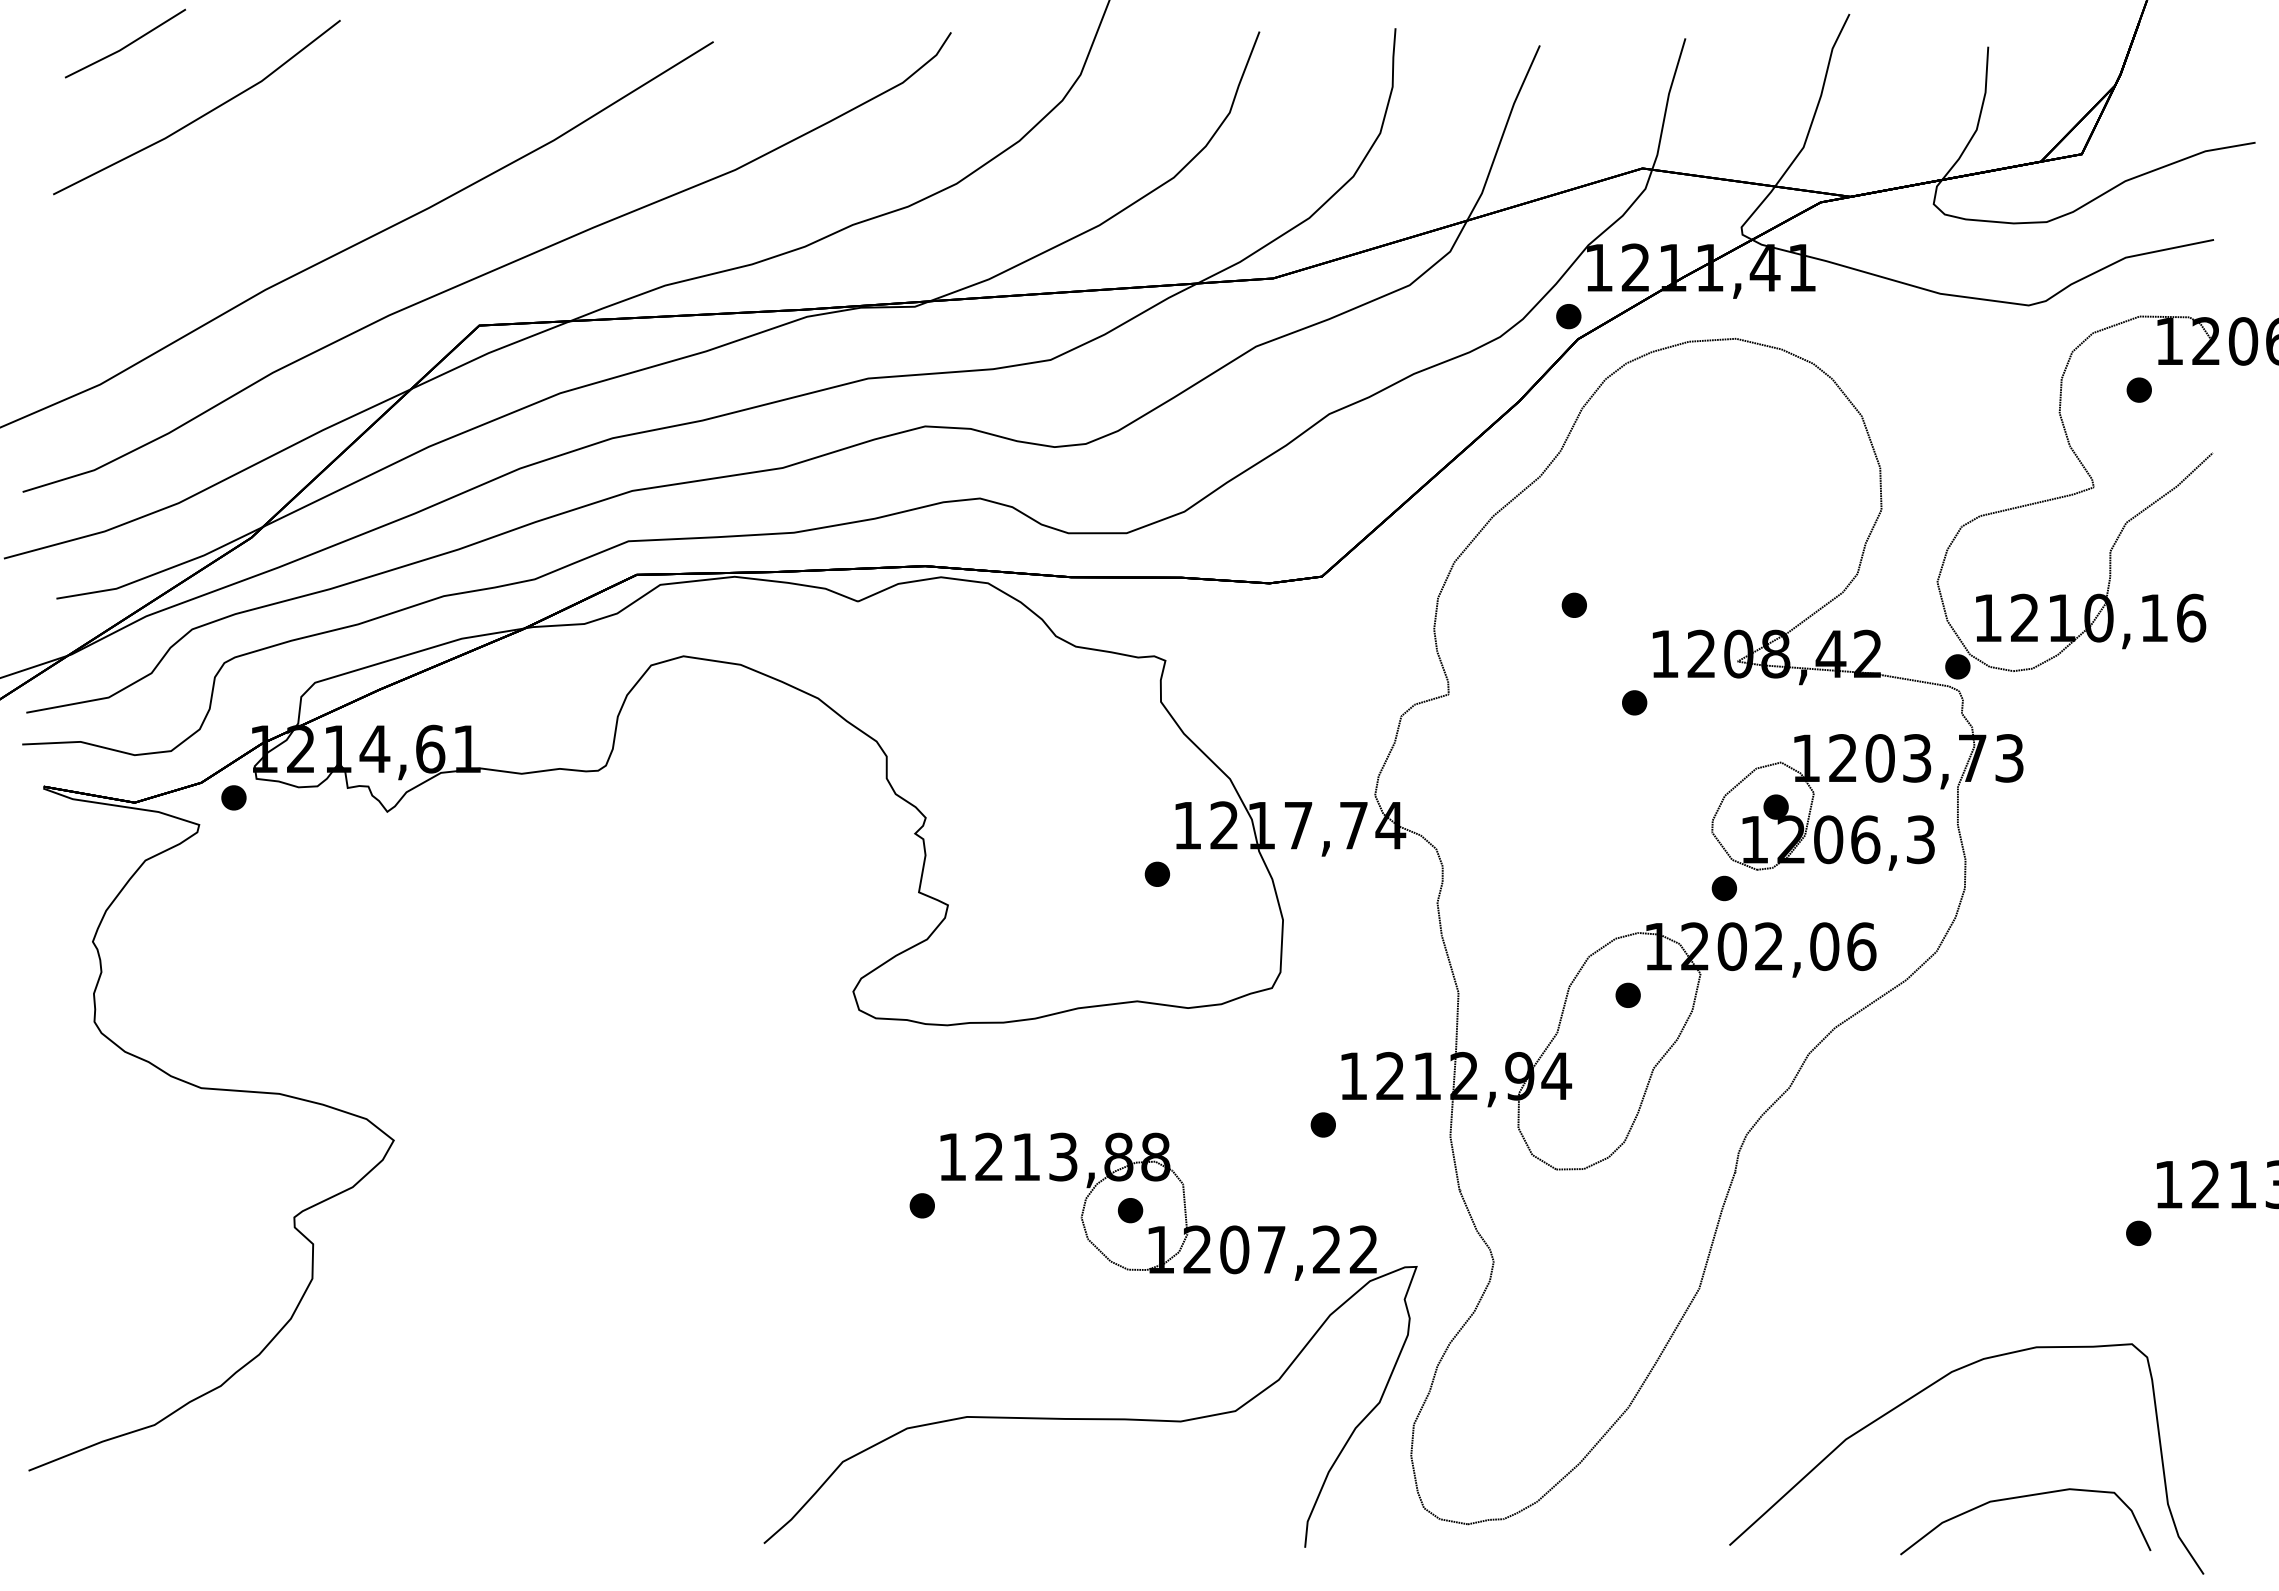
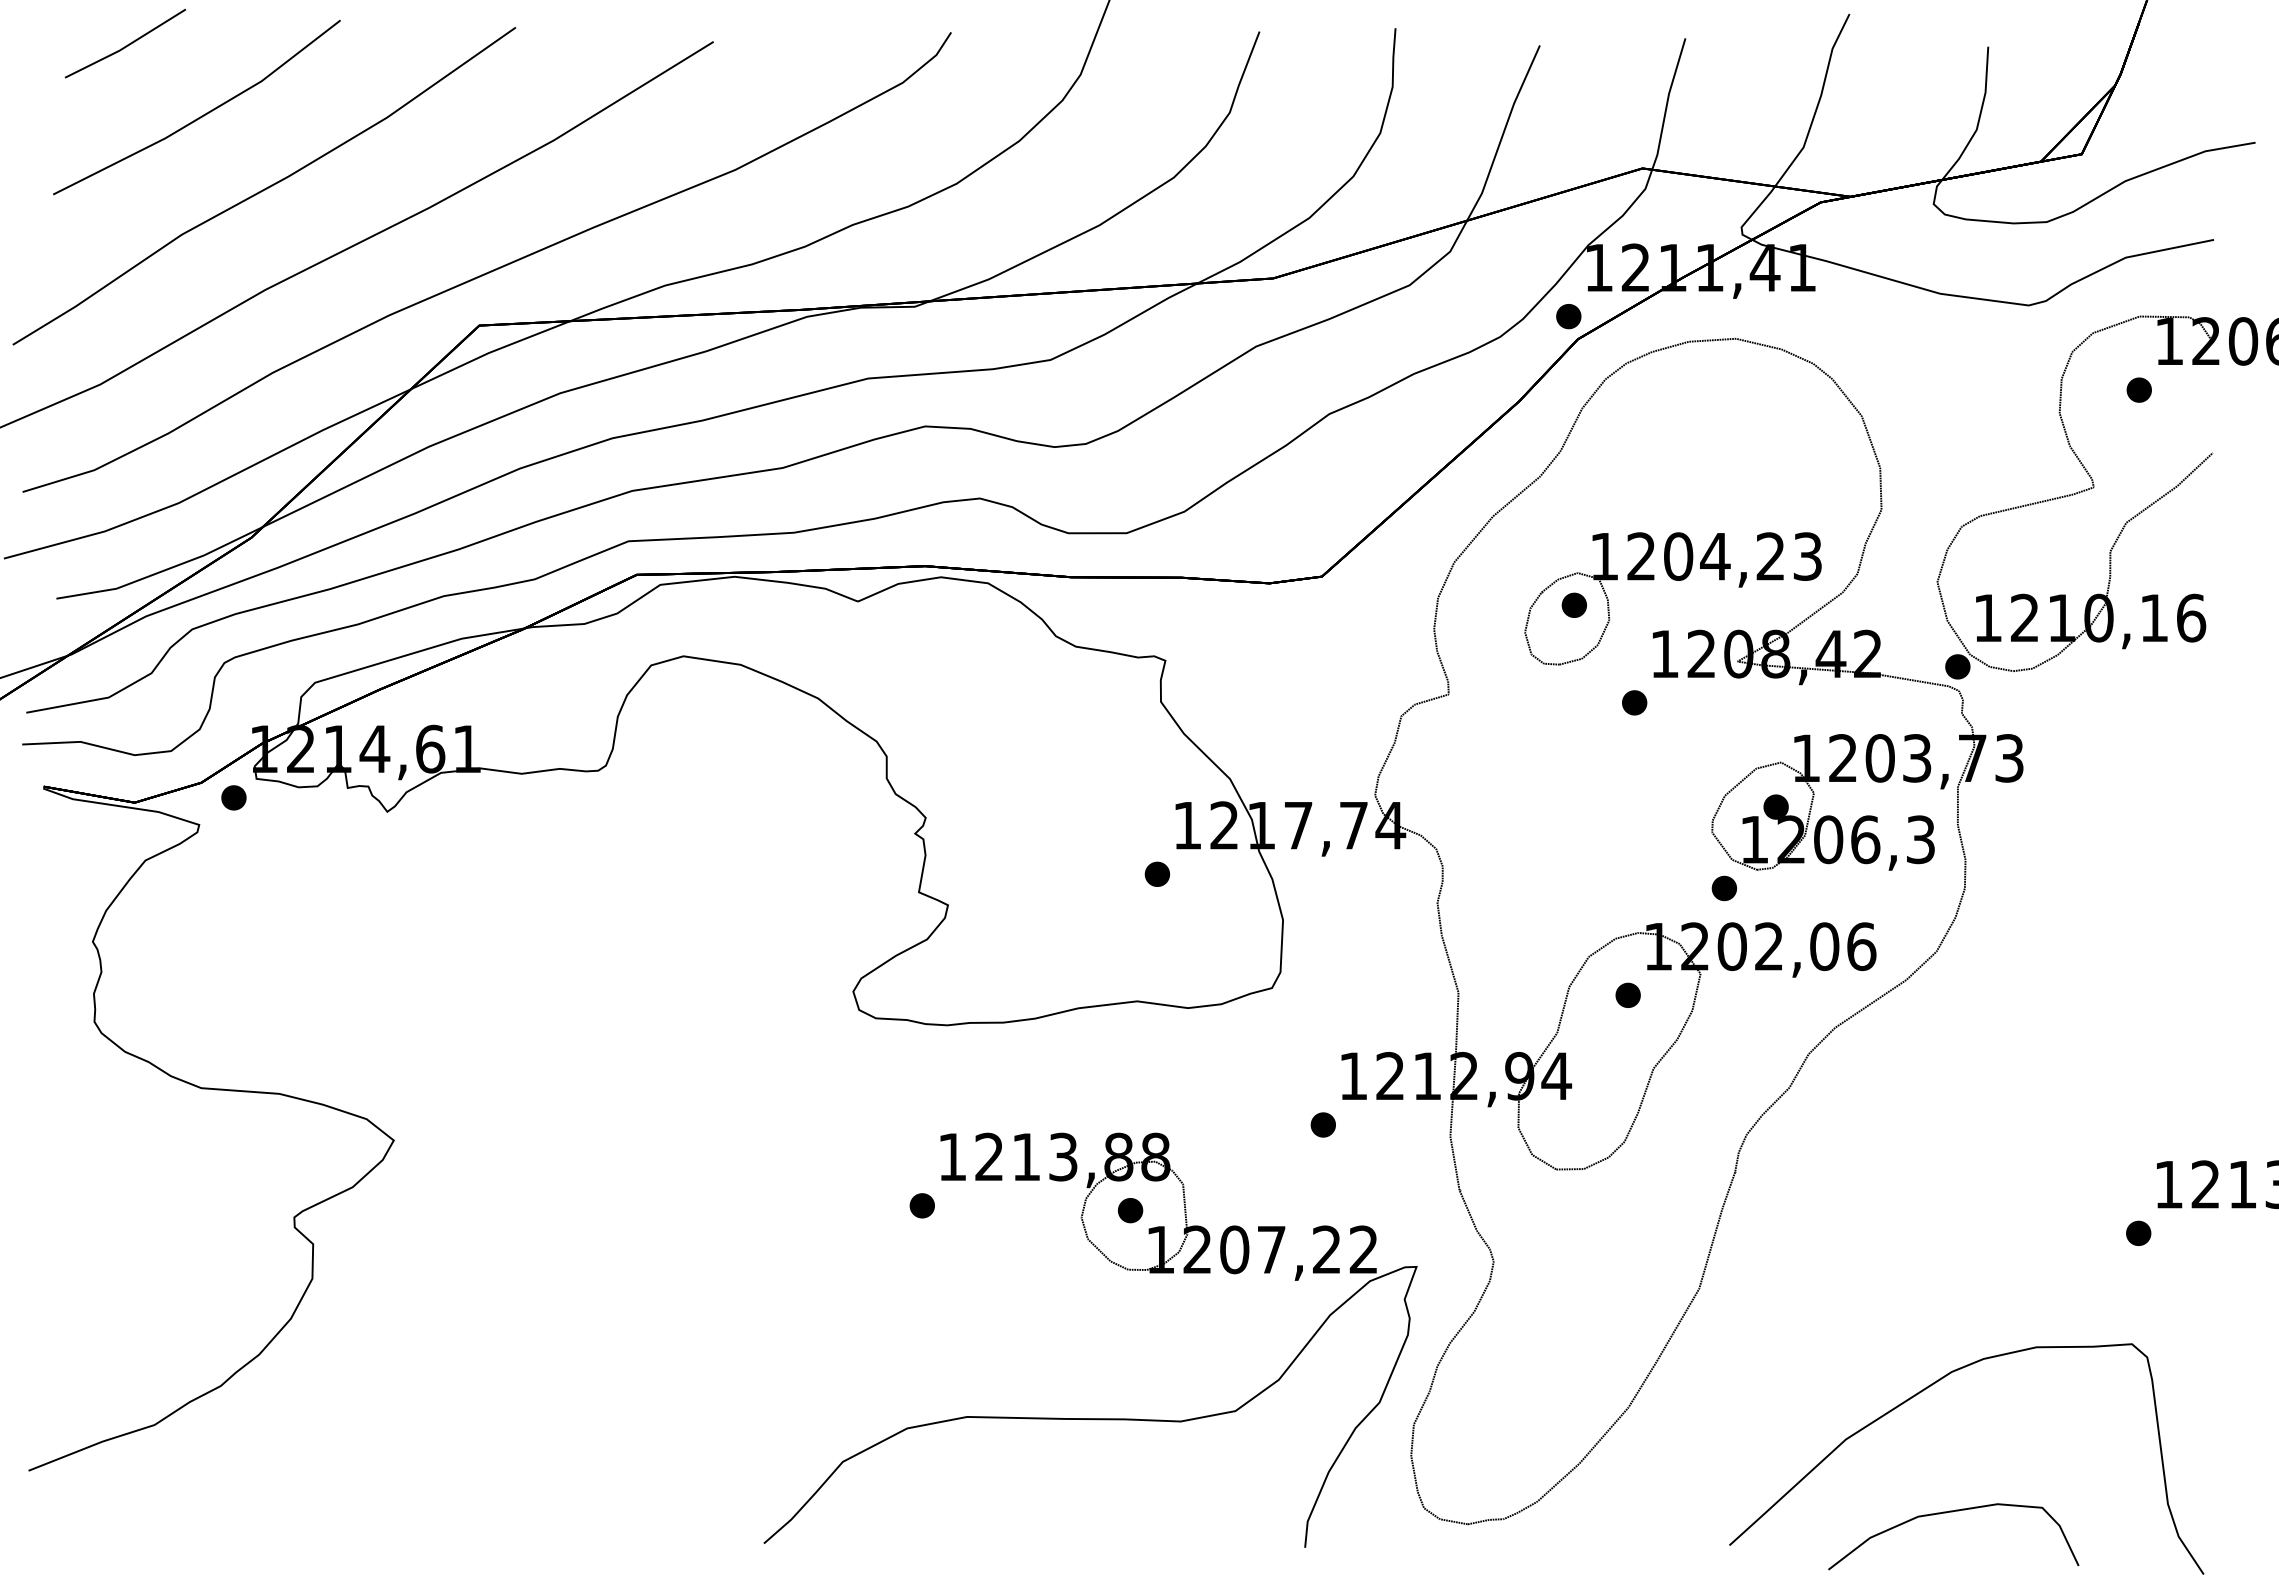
part at (264, 186): none -> present
part at (1674, 580): none -> present
curve at (2024, 1497) position: (2024, 1497) -> (1952, 1512)
